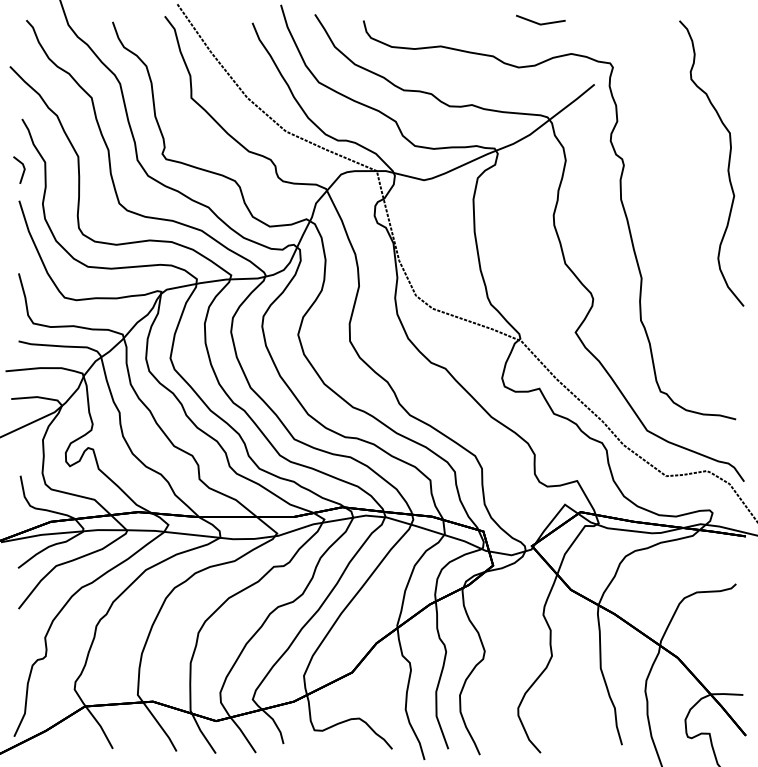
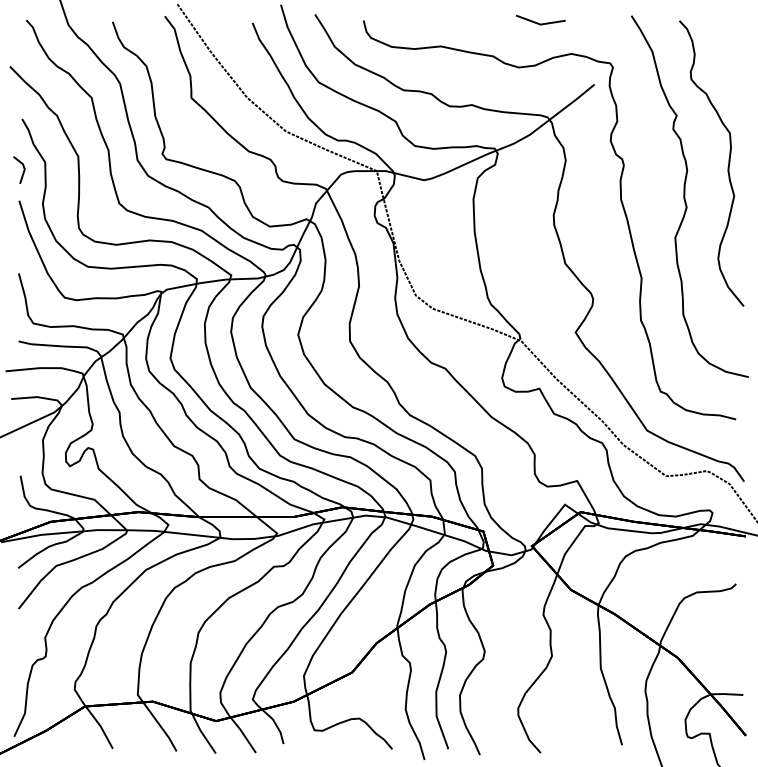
curve at (685, 196): none -> present
